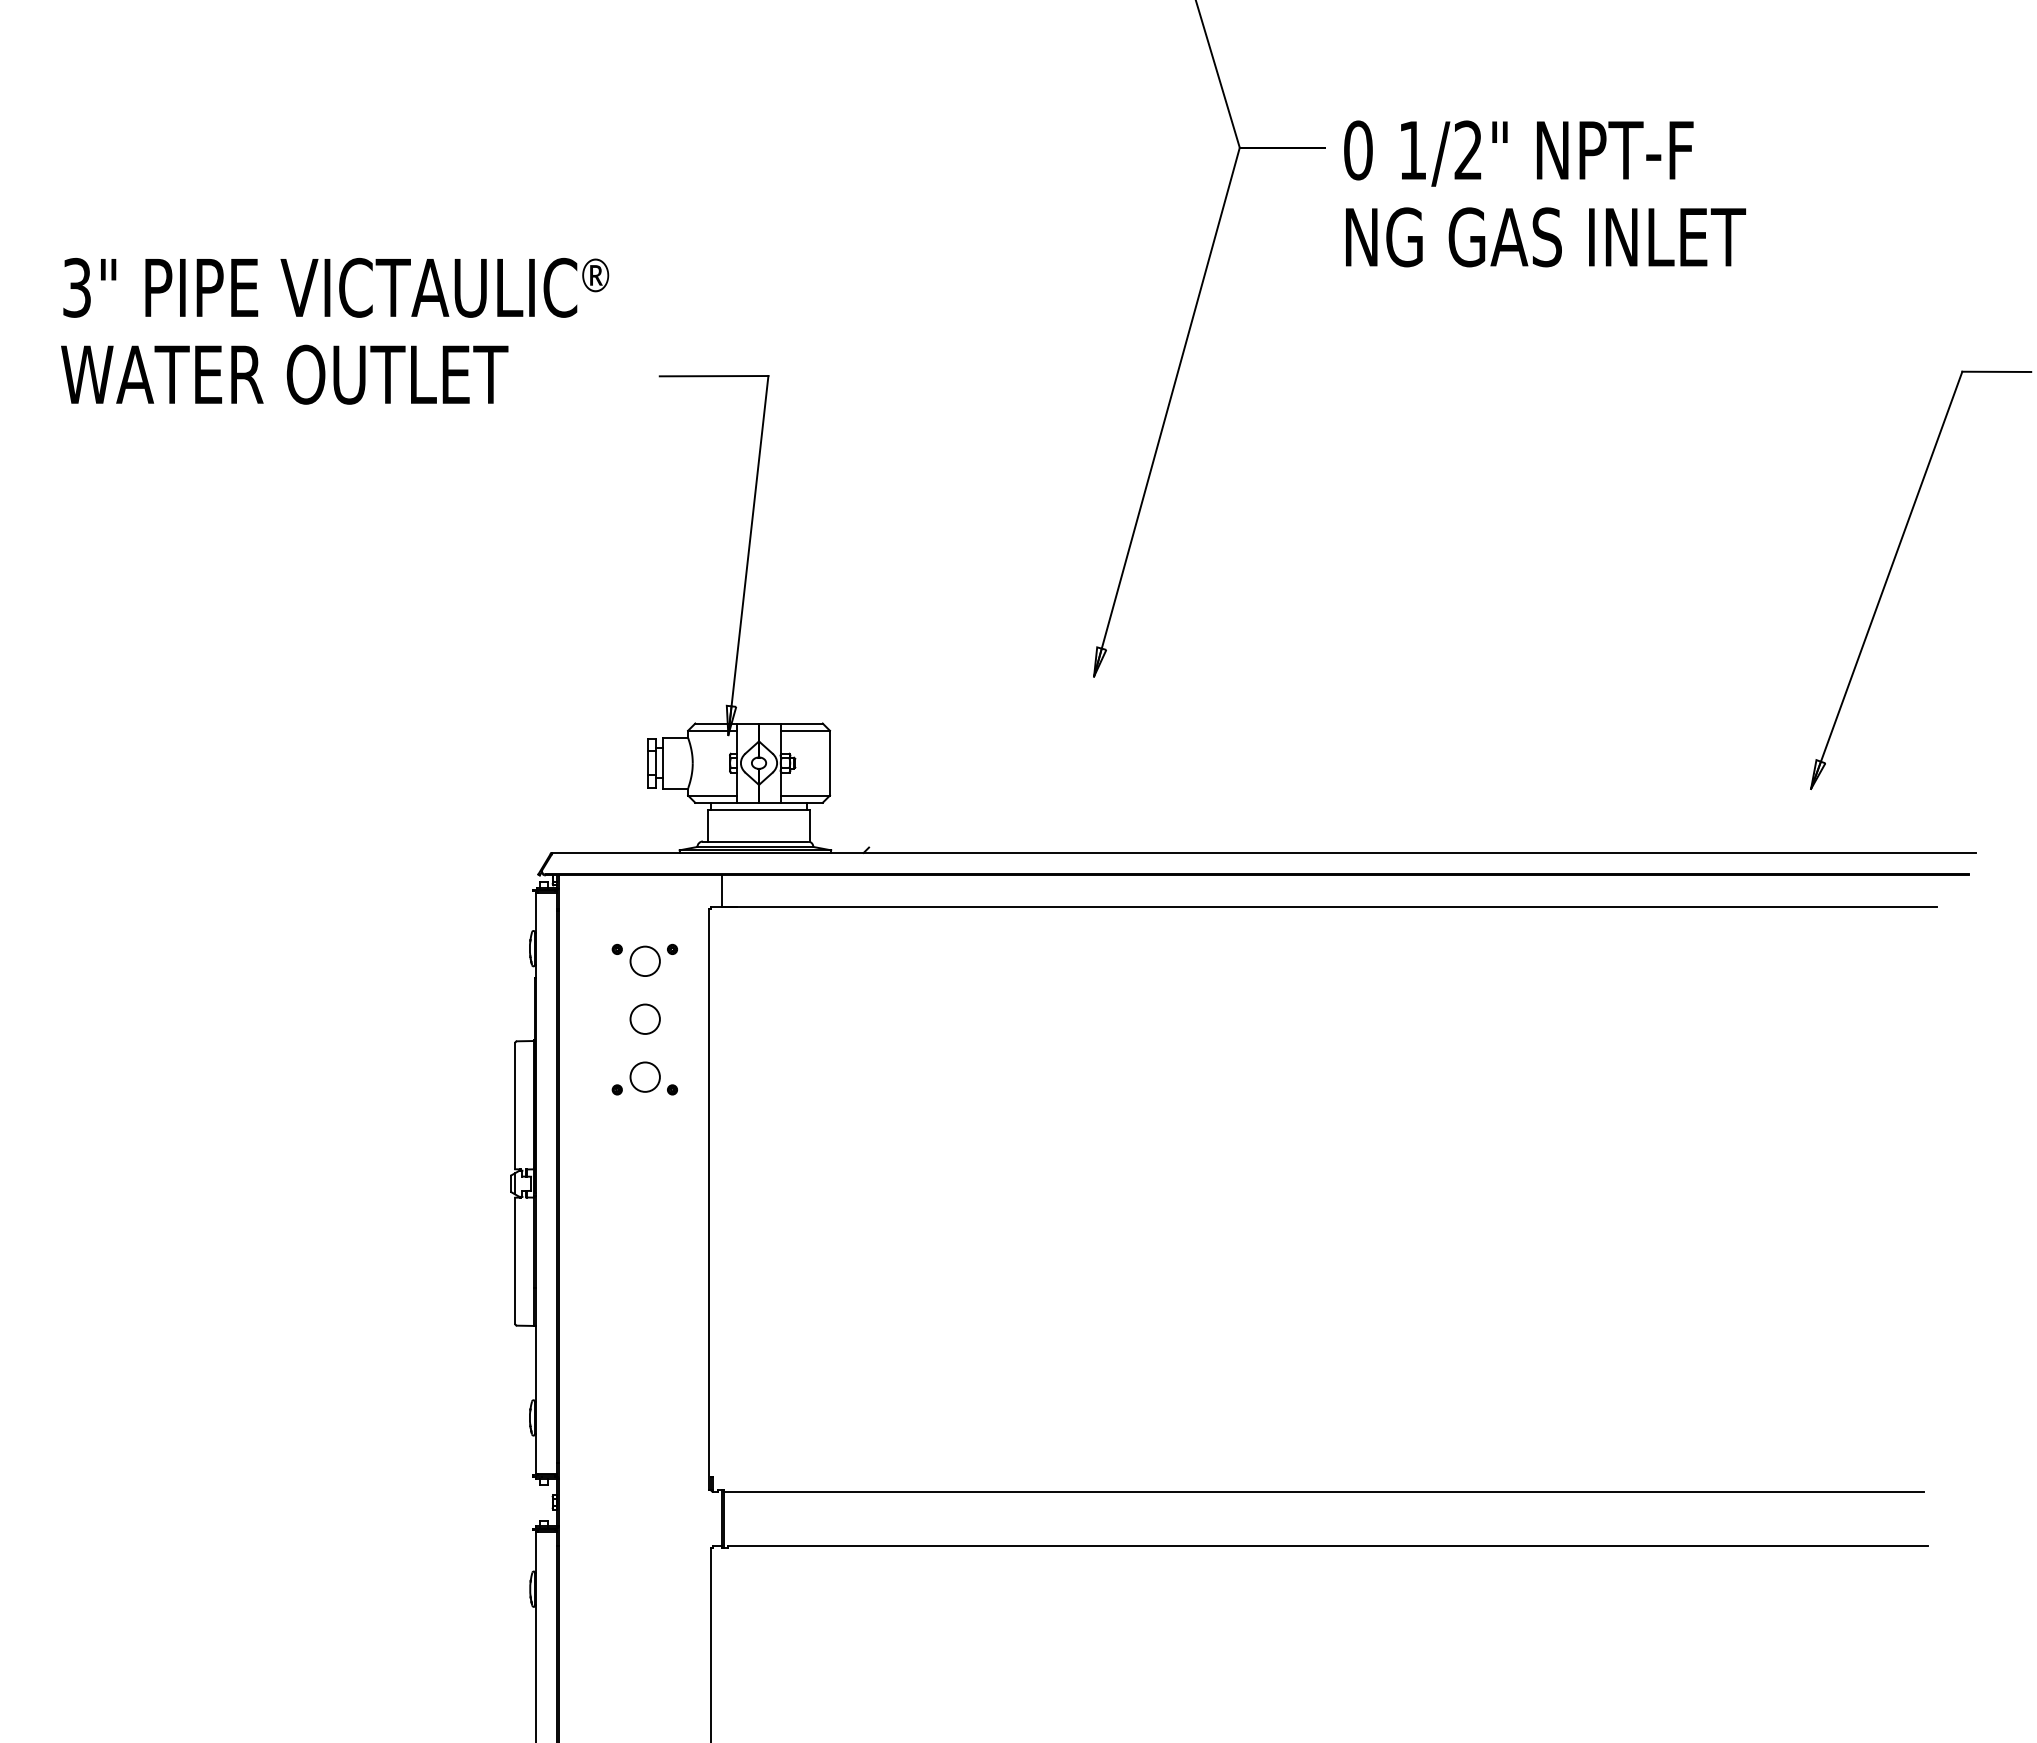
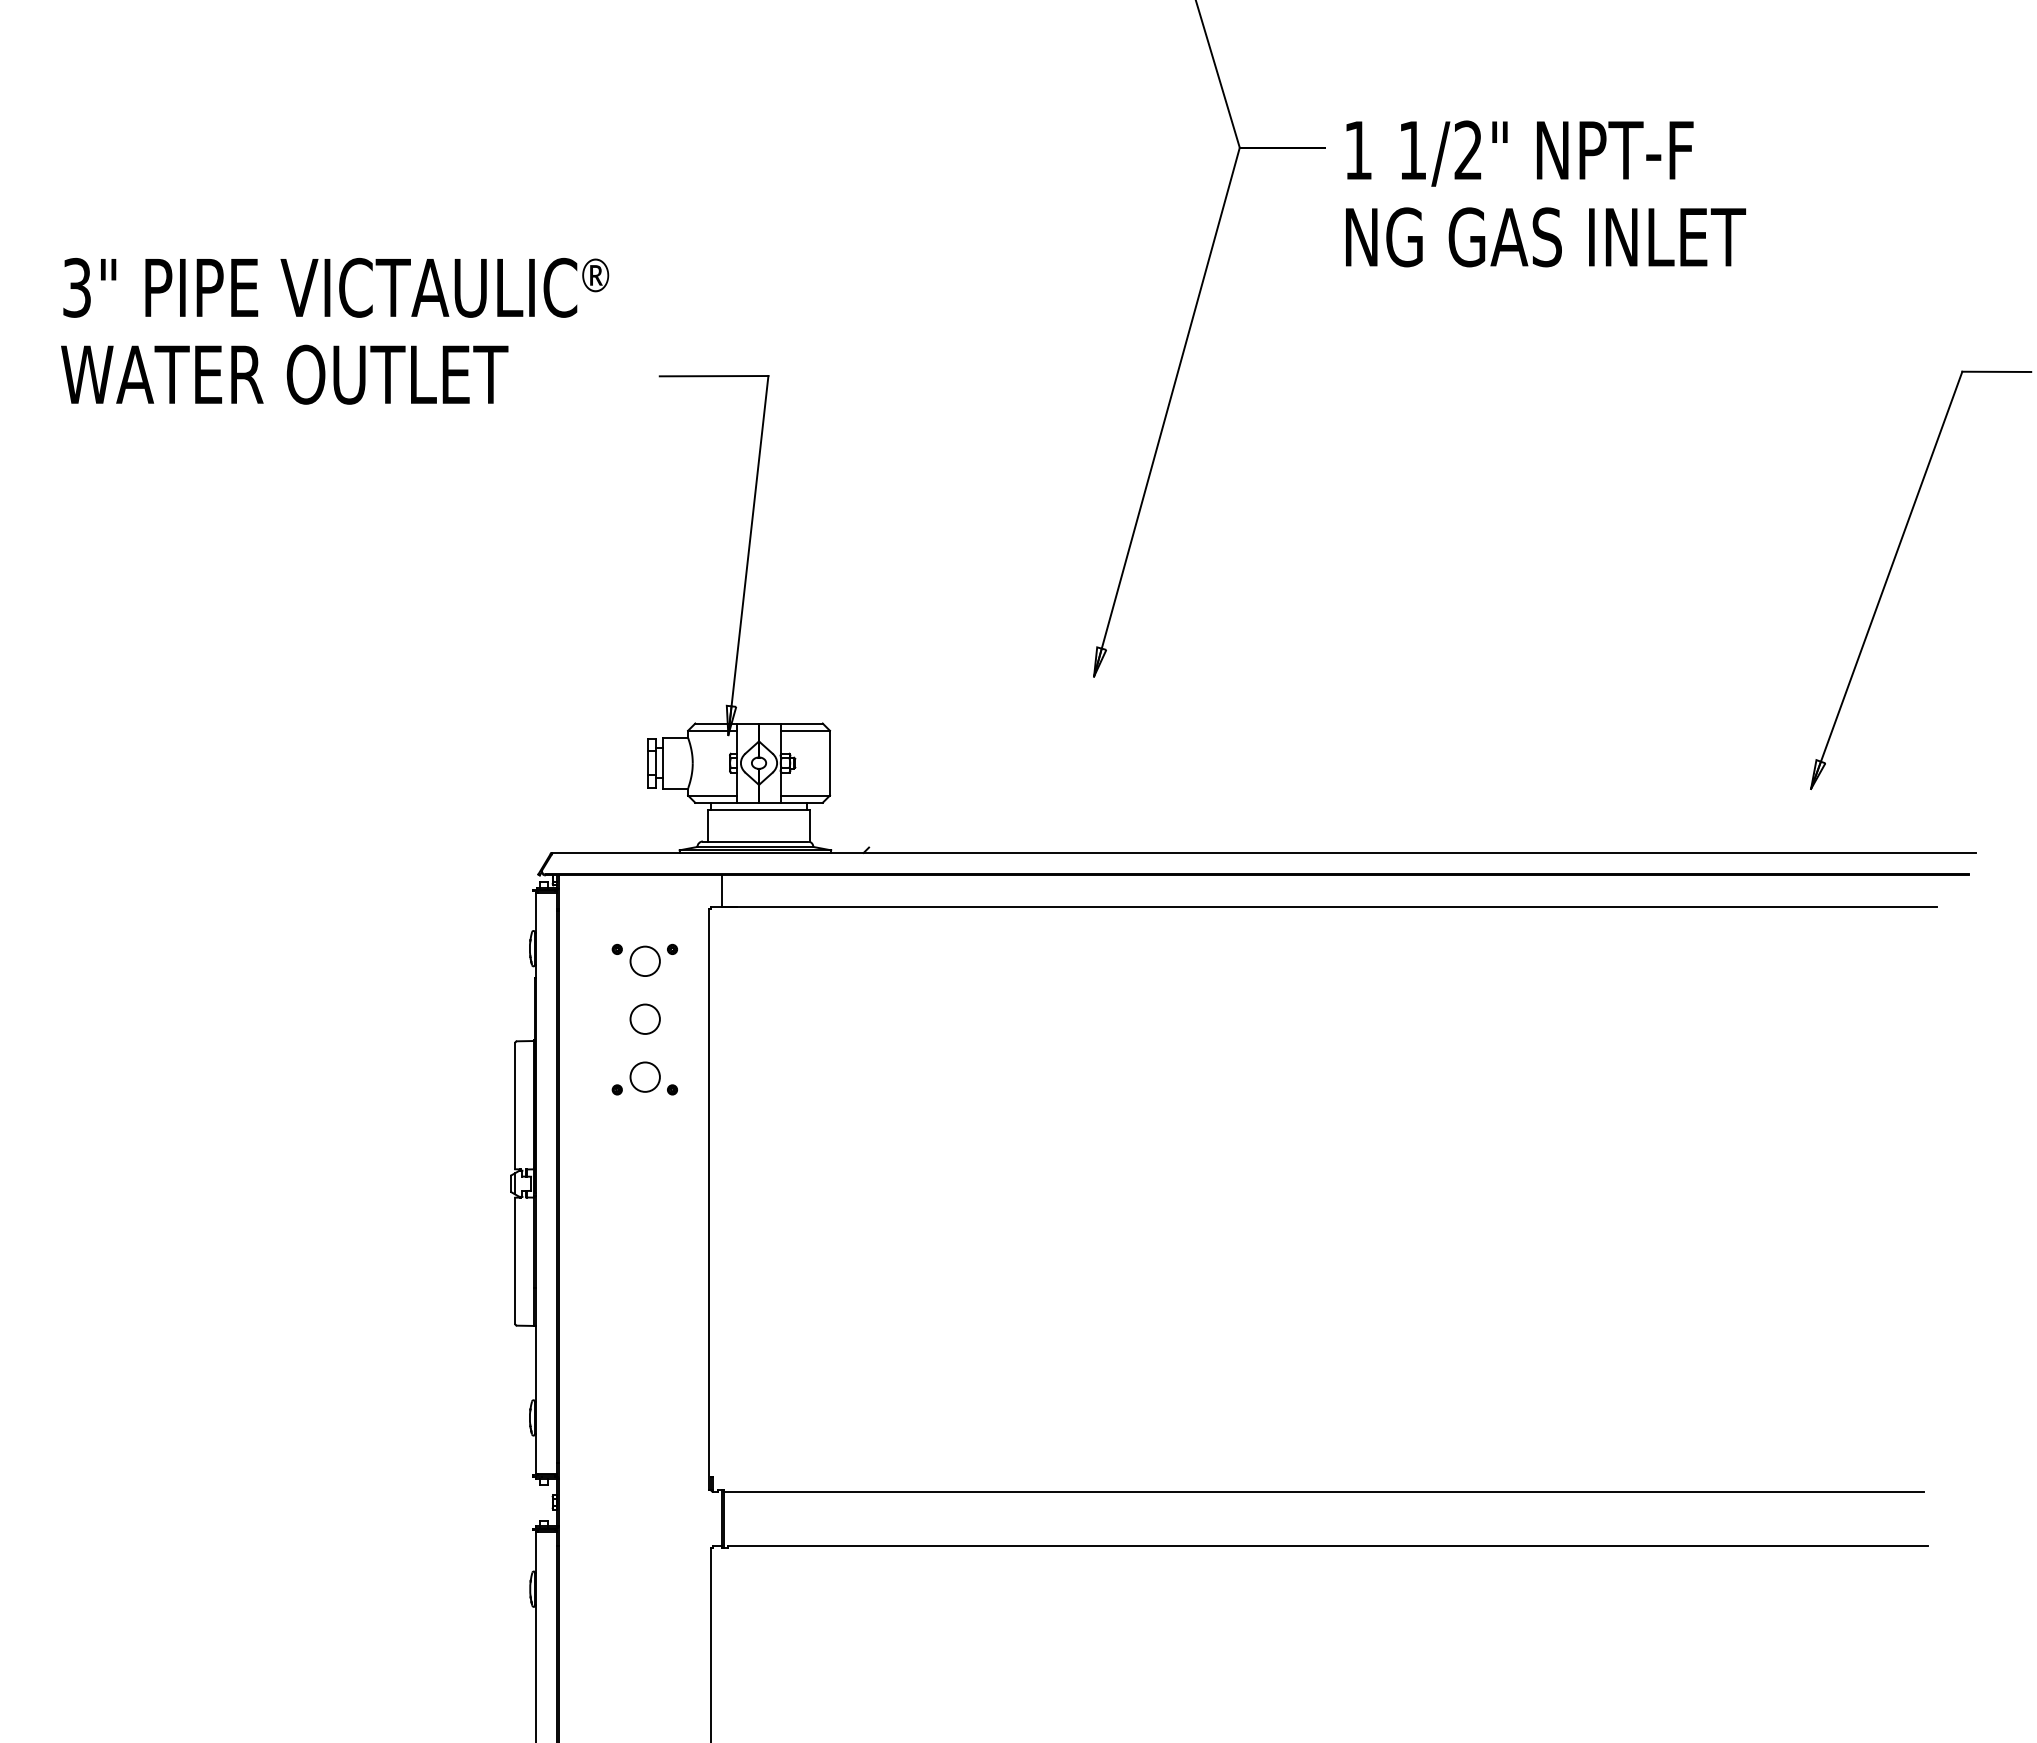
text at (1358, 150): 0 -> 1
